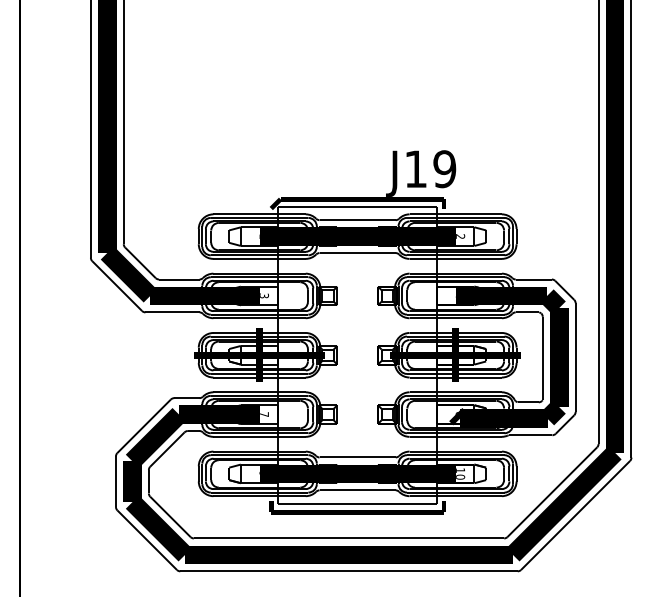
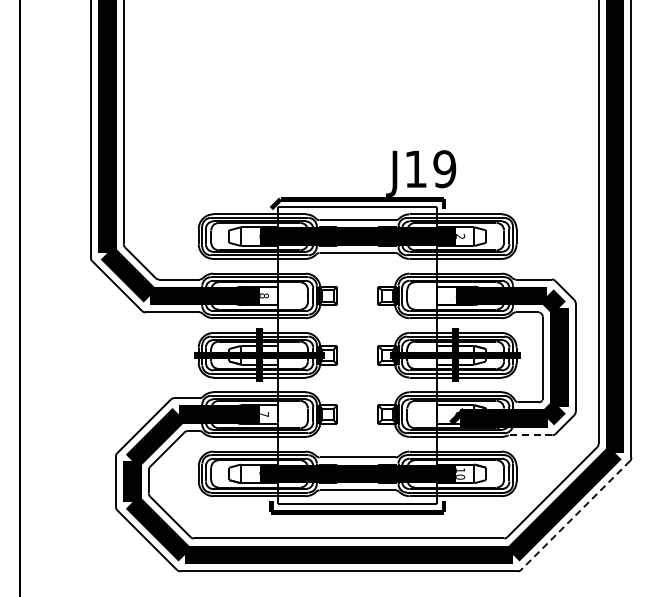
text at (264, 295): 3 -> 8
line at (530, 435): solid -> dashed
line at (575, 515): solid -> dashed
